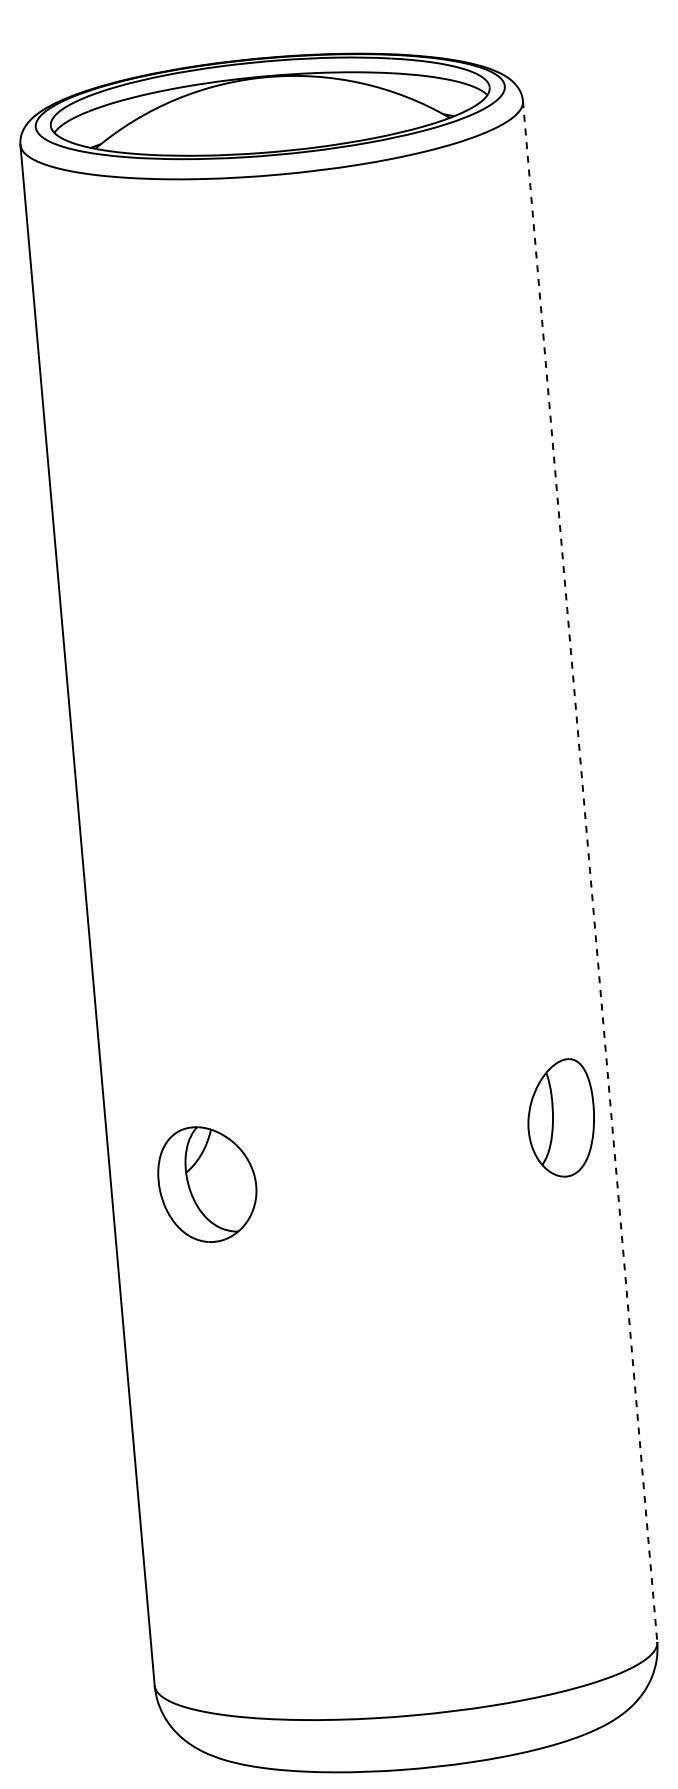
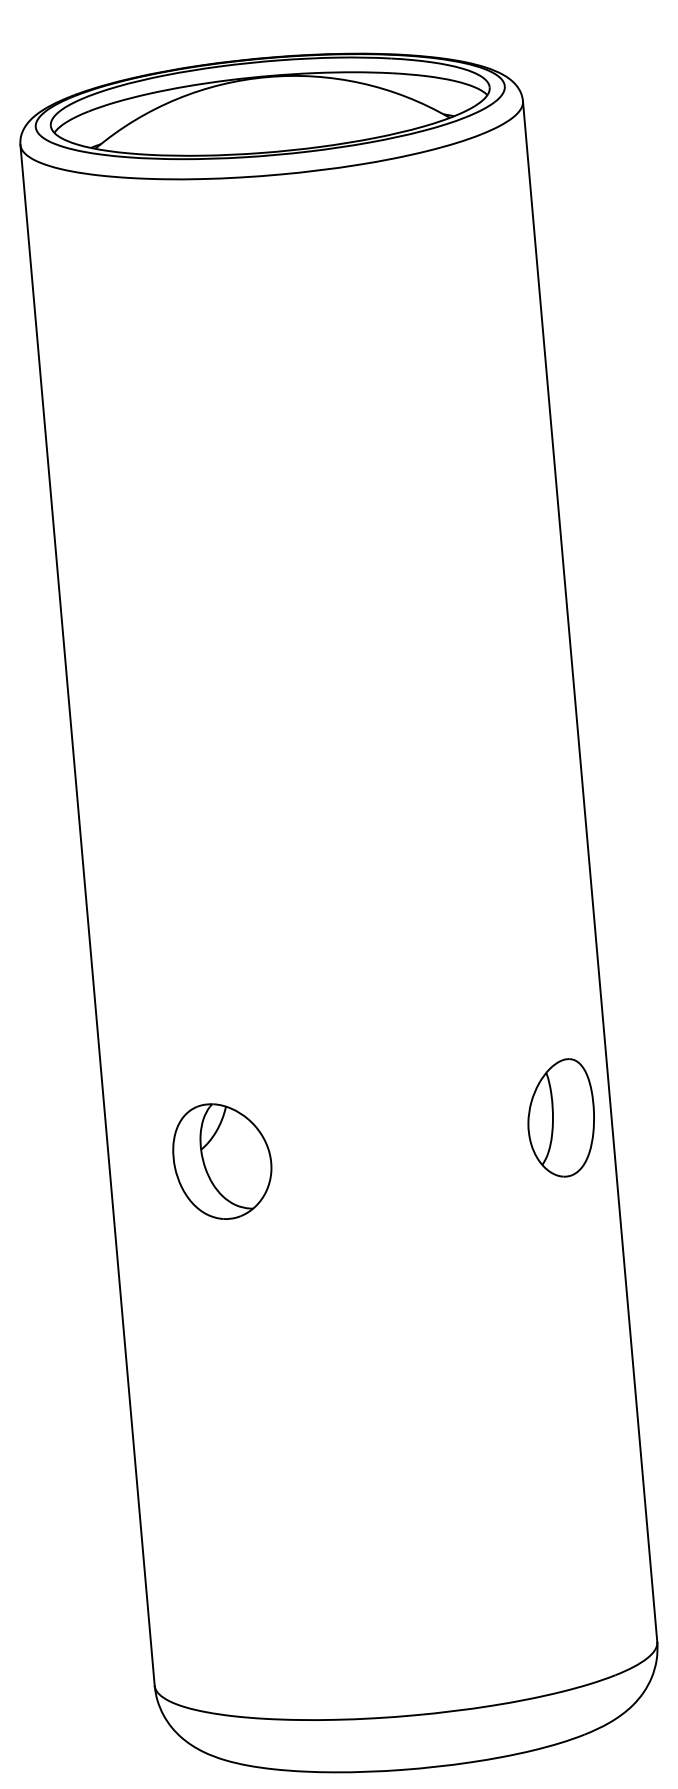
line at (590, 872): dashed -> solid
part at (207, 1184) position: (207, 1184) -> (222, 1161)
